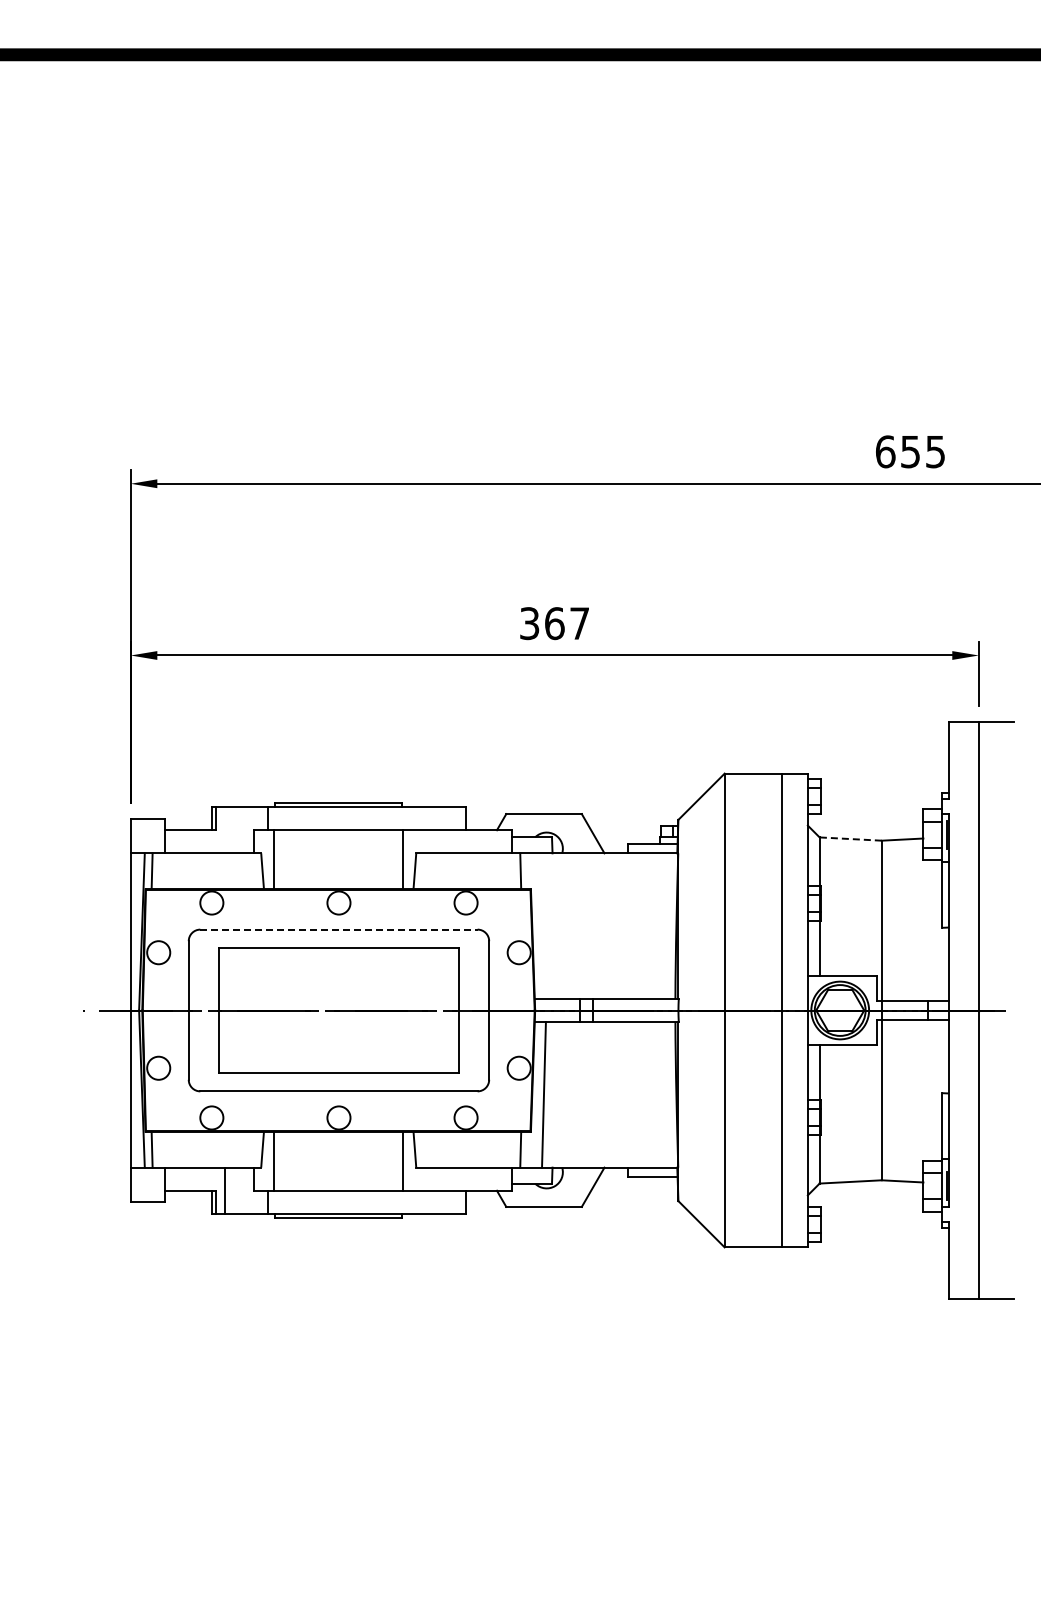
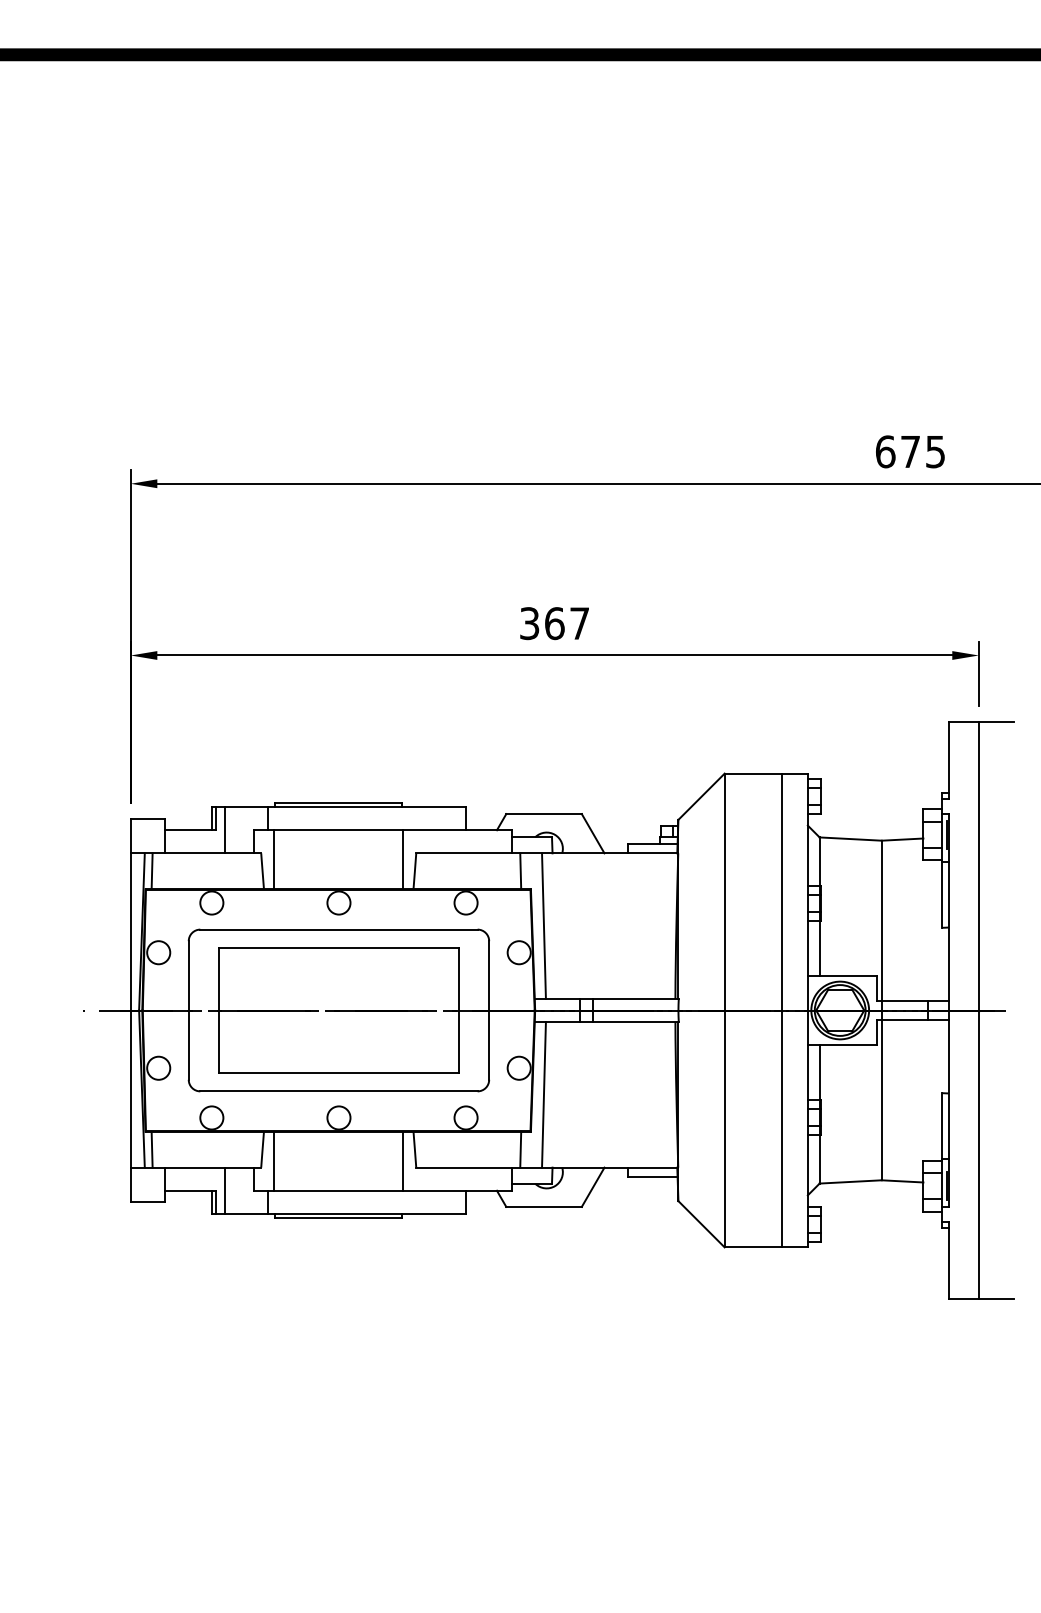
text at (910, 452): 655 -> 675
line at (225, 830): none -> present
line at (850, 839): dashed -> solid
line at (543, 925): none -> present
line at (338, 929): dashed -> solid
